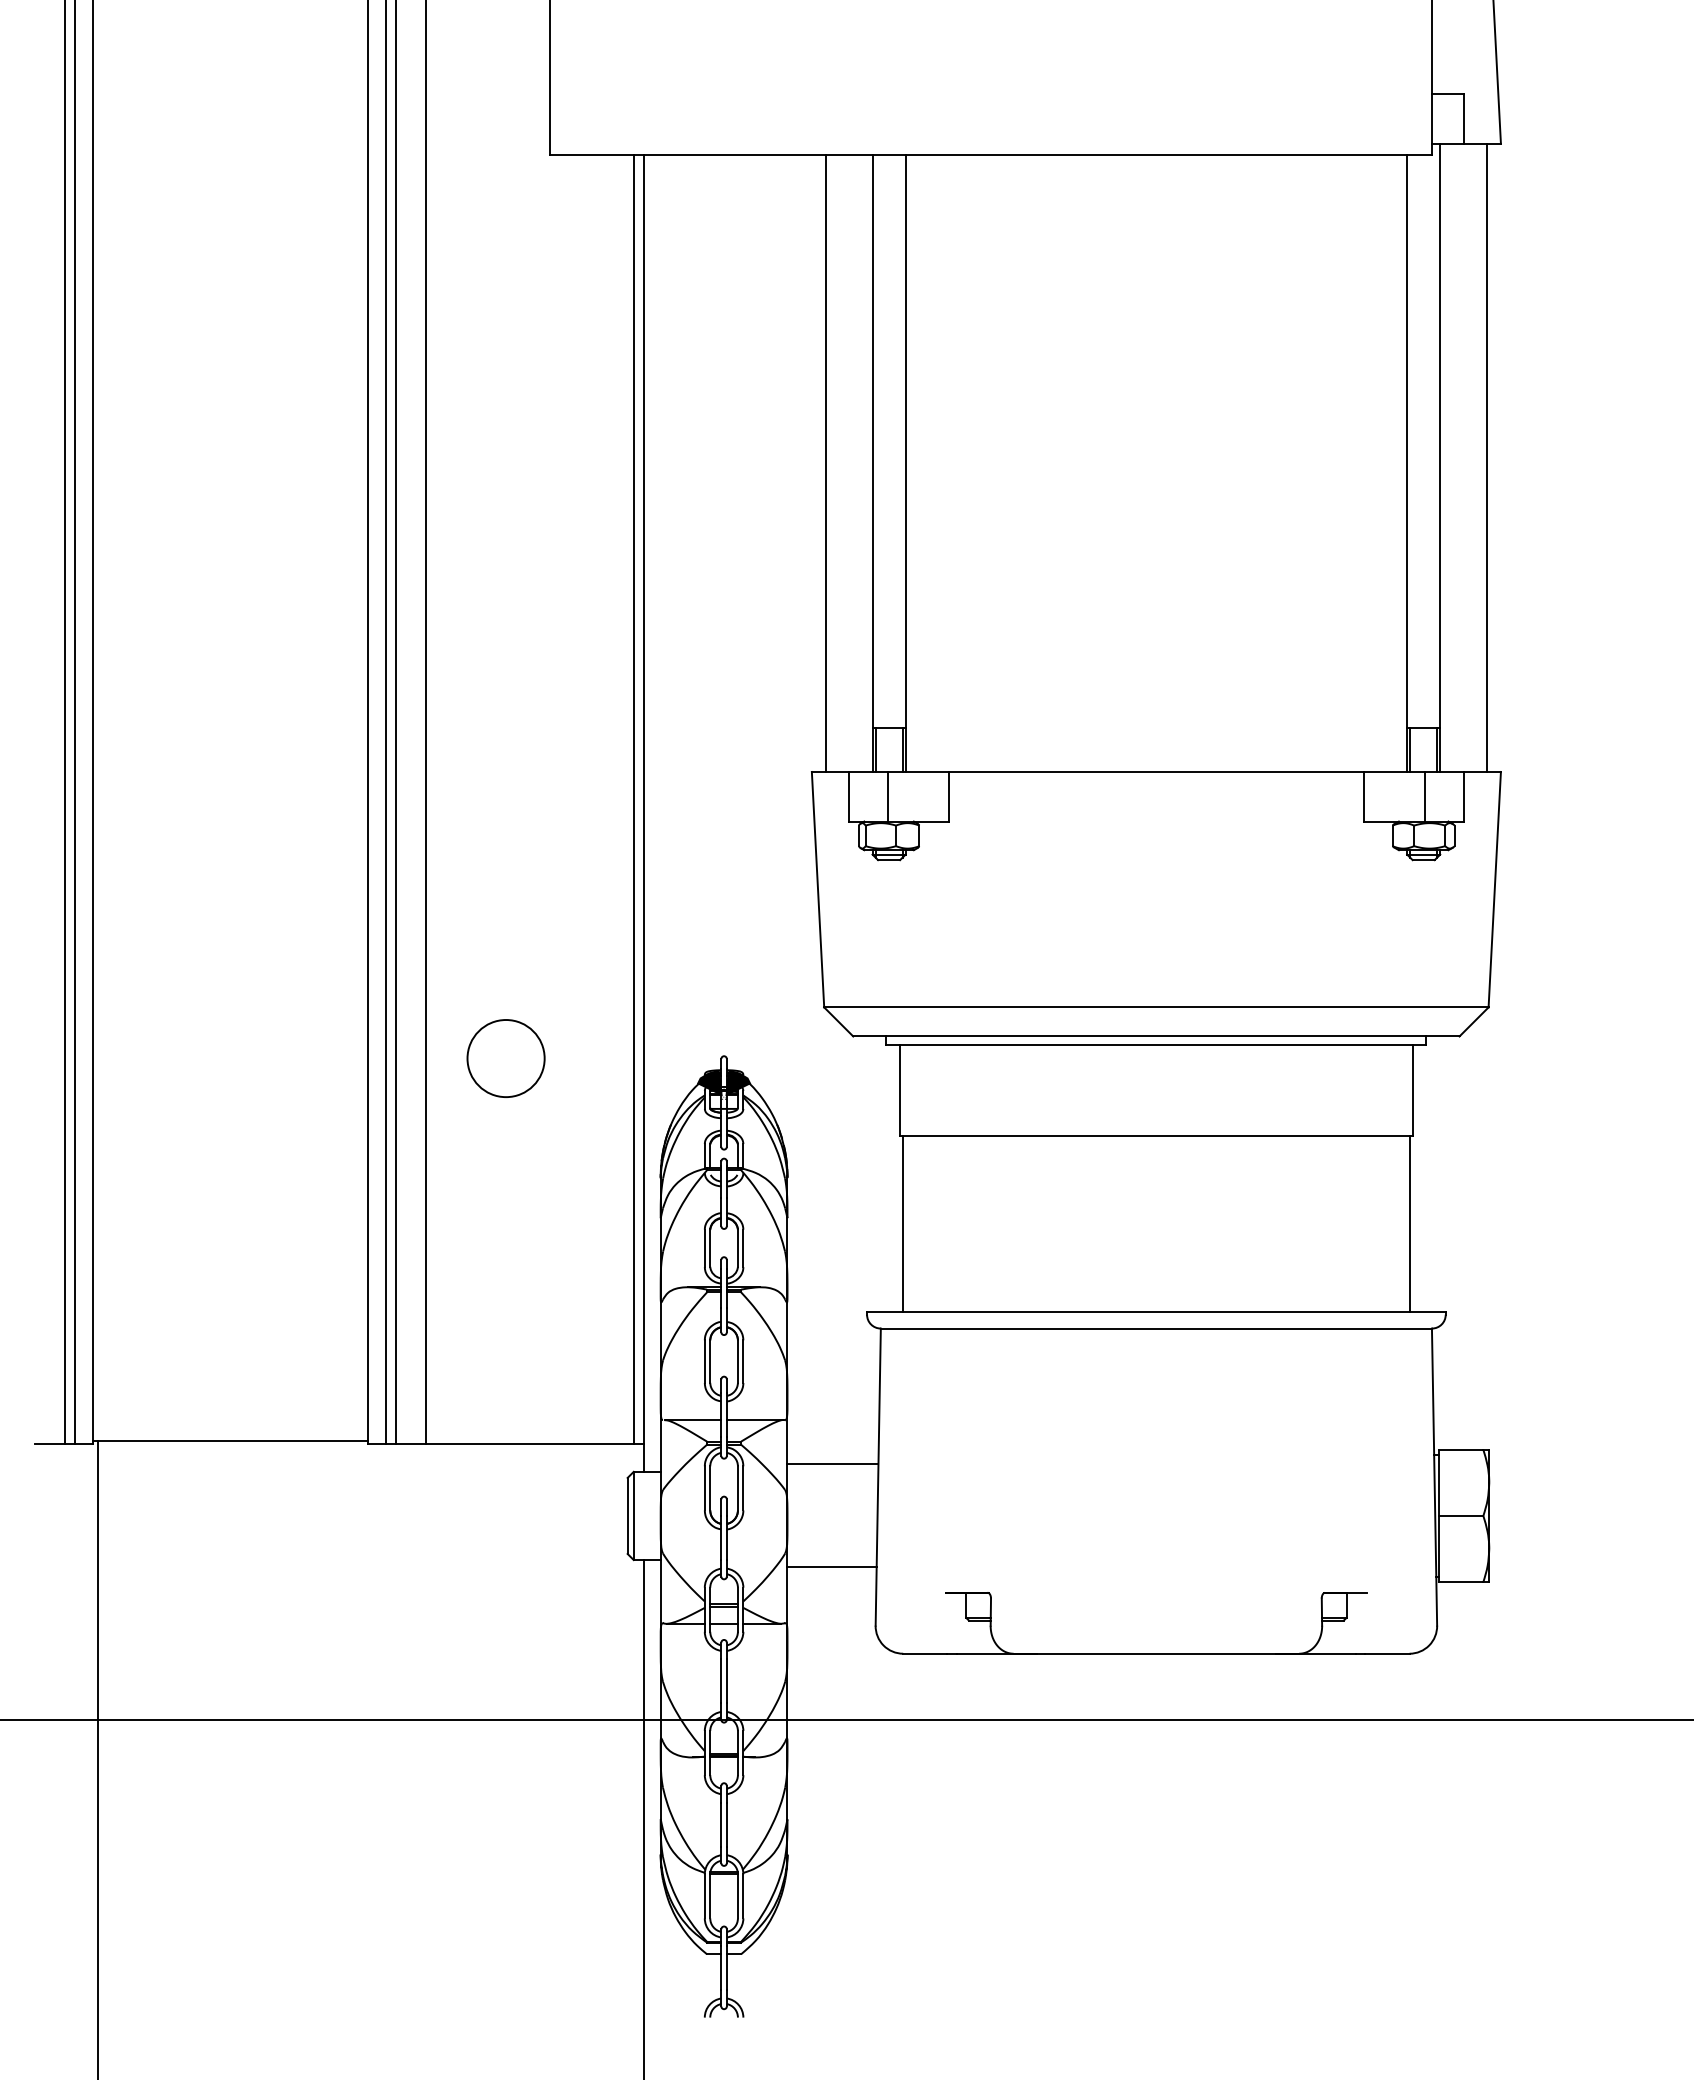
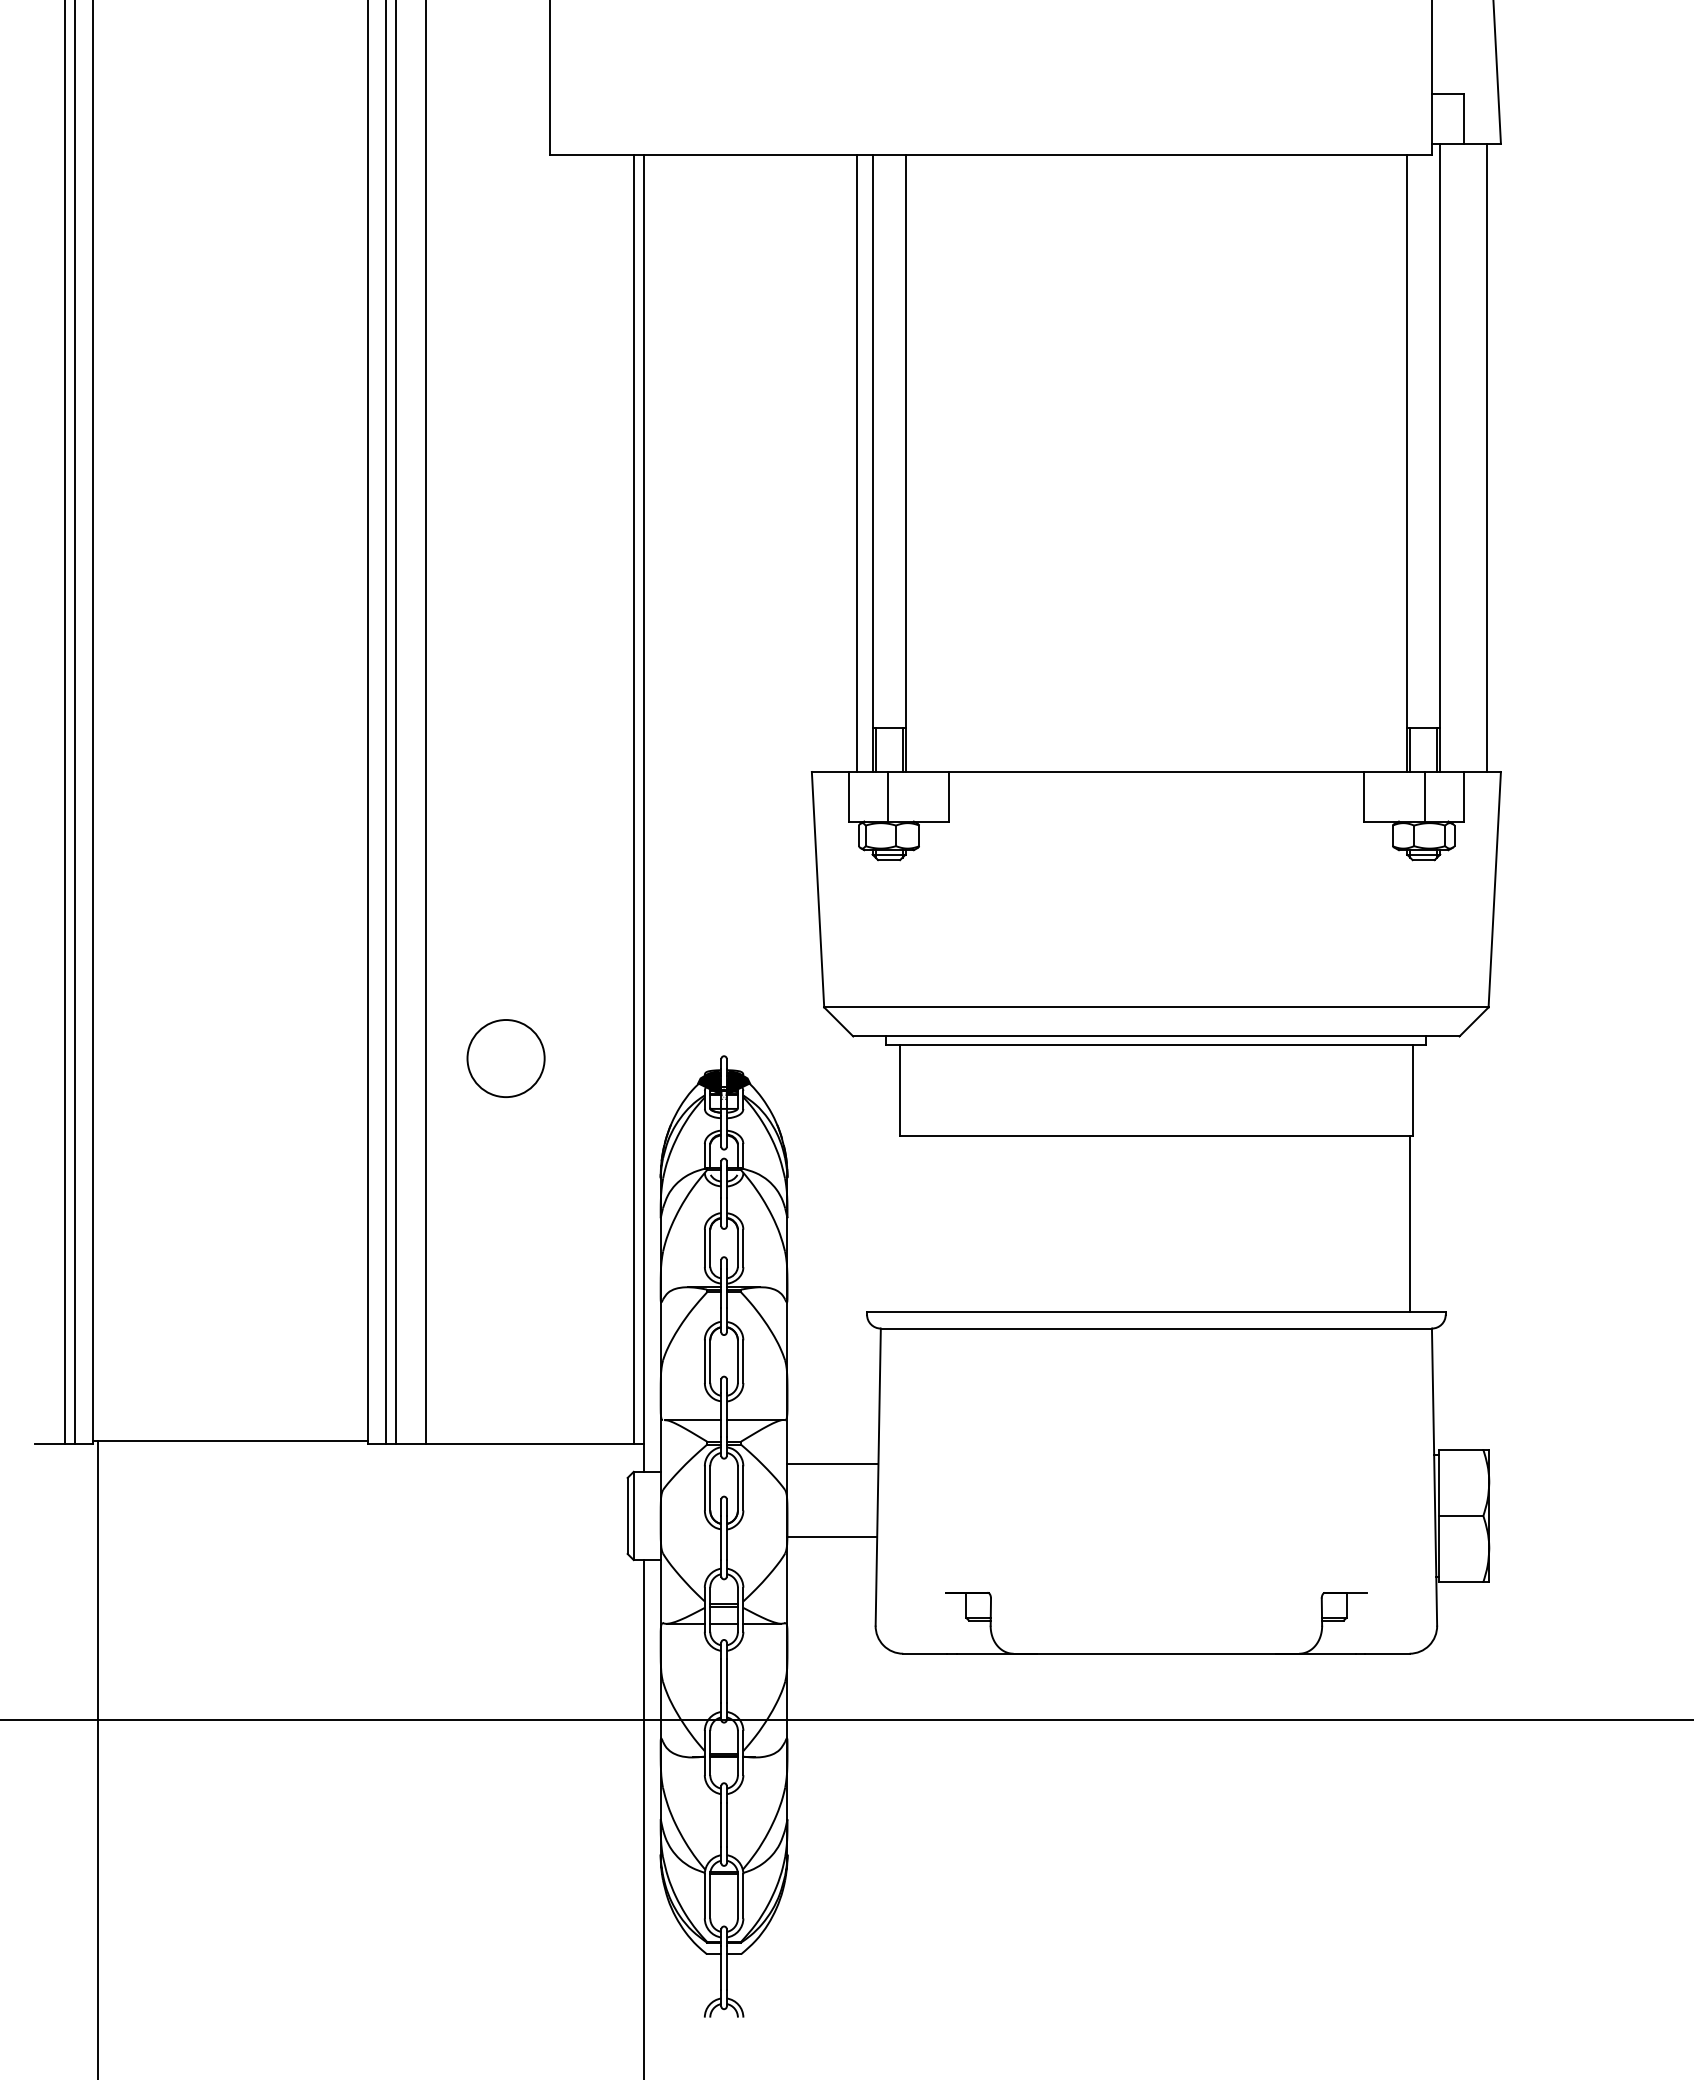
line at (825, 462) position: (825, 462) -> (856, 462)
line at (902, 1223): present -> none
line at (831, 1567) position: (831, 1567) -> (831, 1537)
